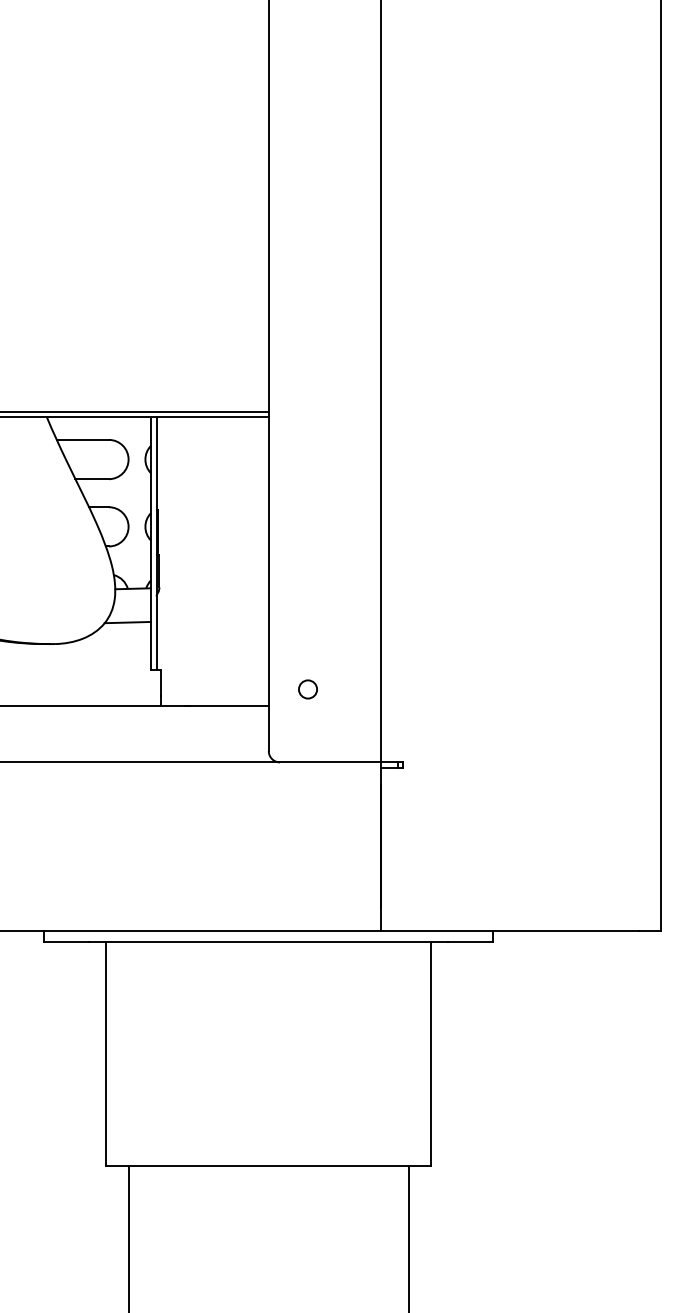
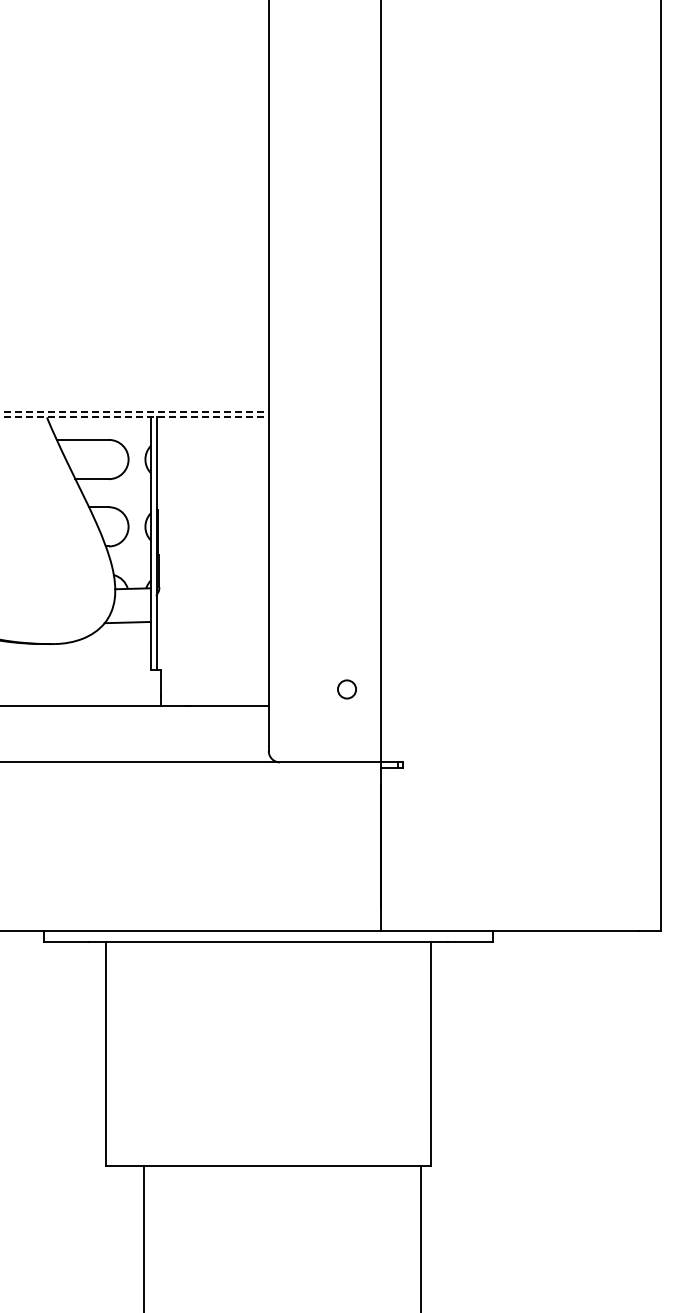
line at (134, 411): solid -> dashed
line at (134, 417): solid -> dashed
circle at (307, 689) position: (307, 689) -> (346, 689)
line at (128, 1237) position: (128, 1237) -> (143, 1237)
line at (409, 1237) position: (409, 1237) -> (421, 1237)
